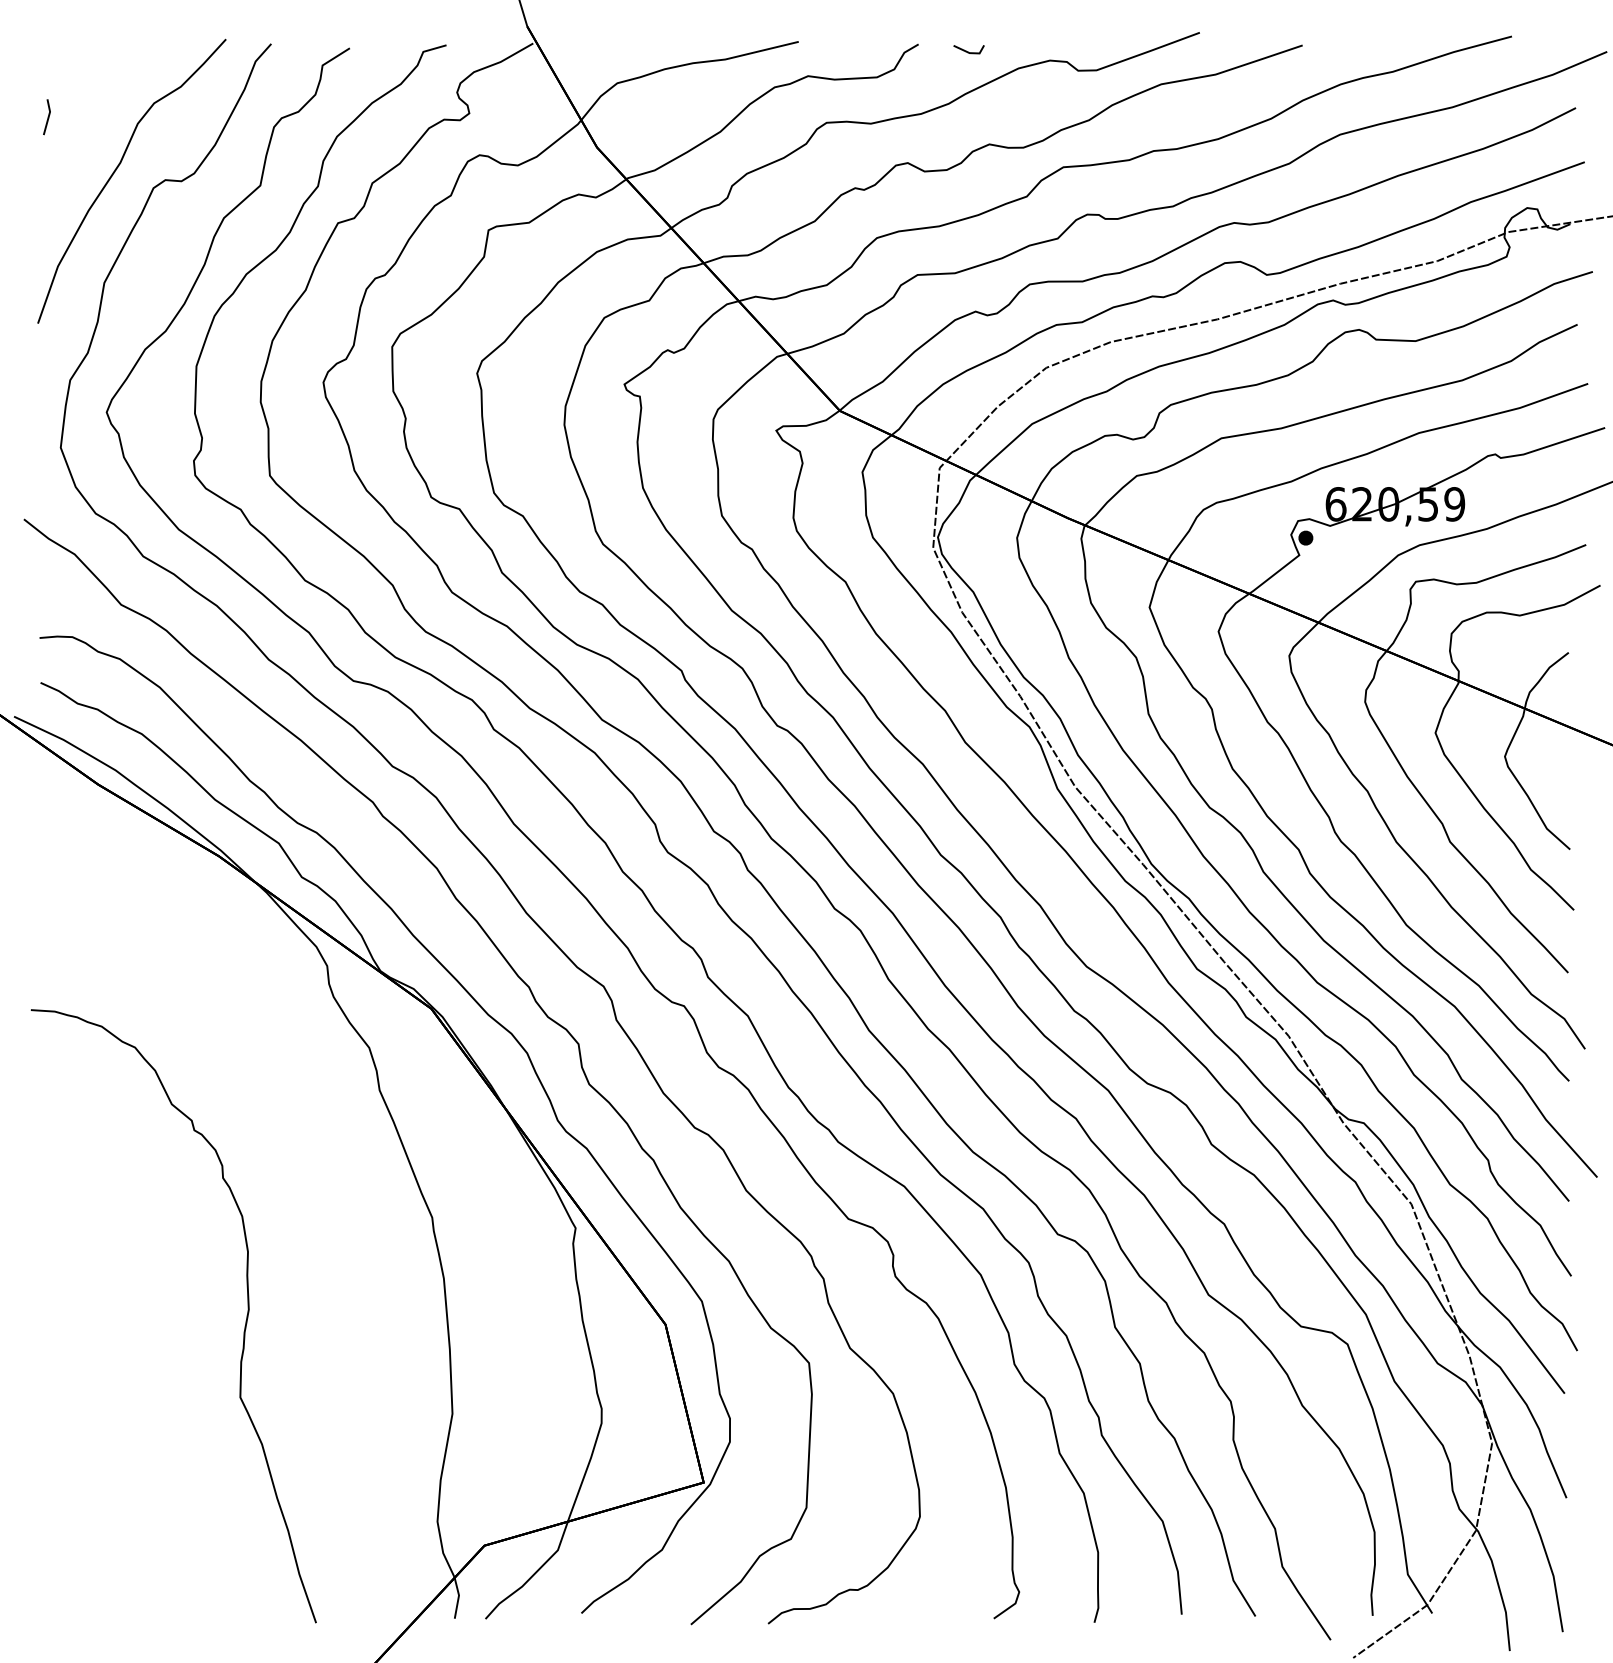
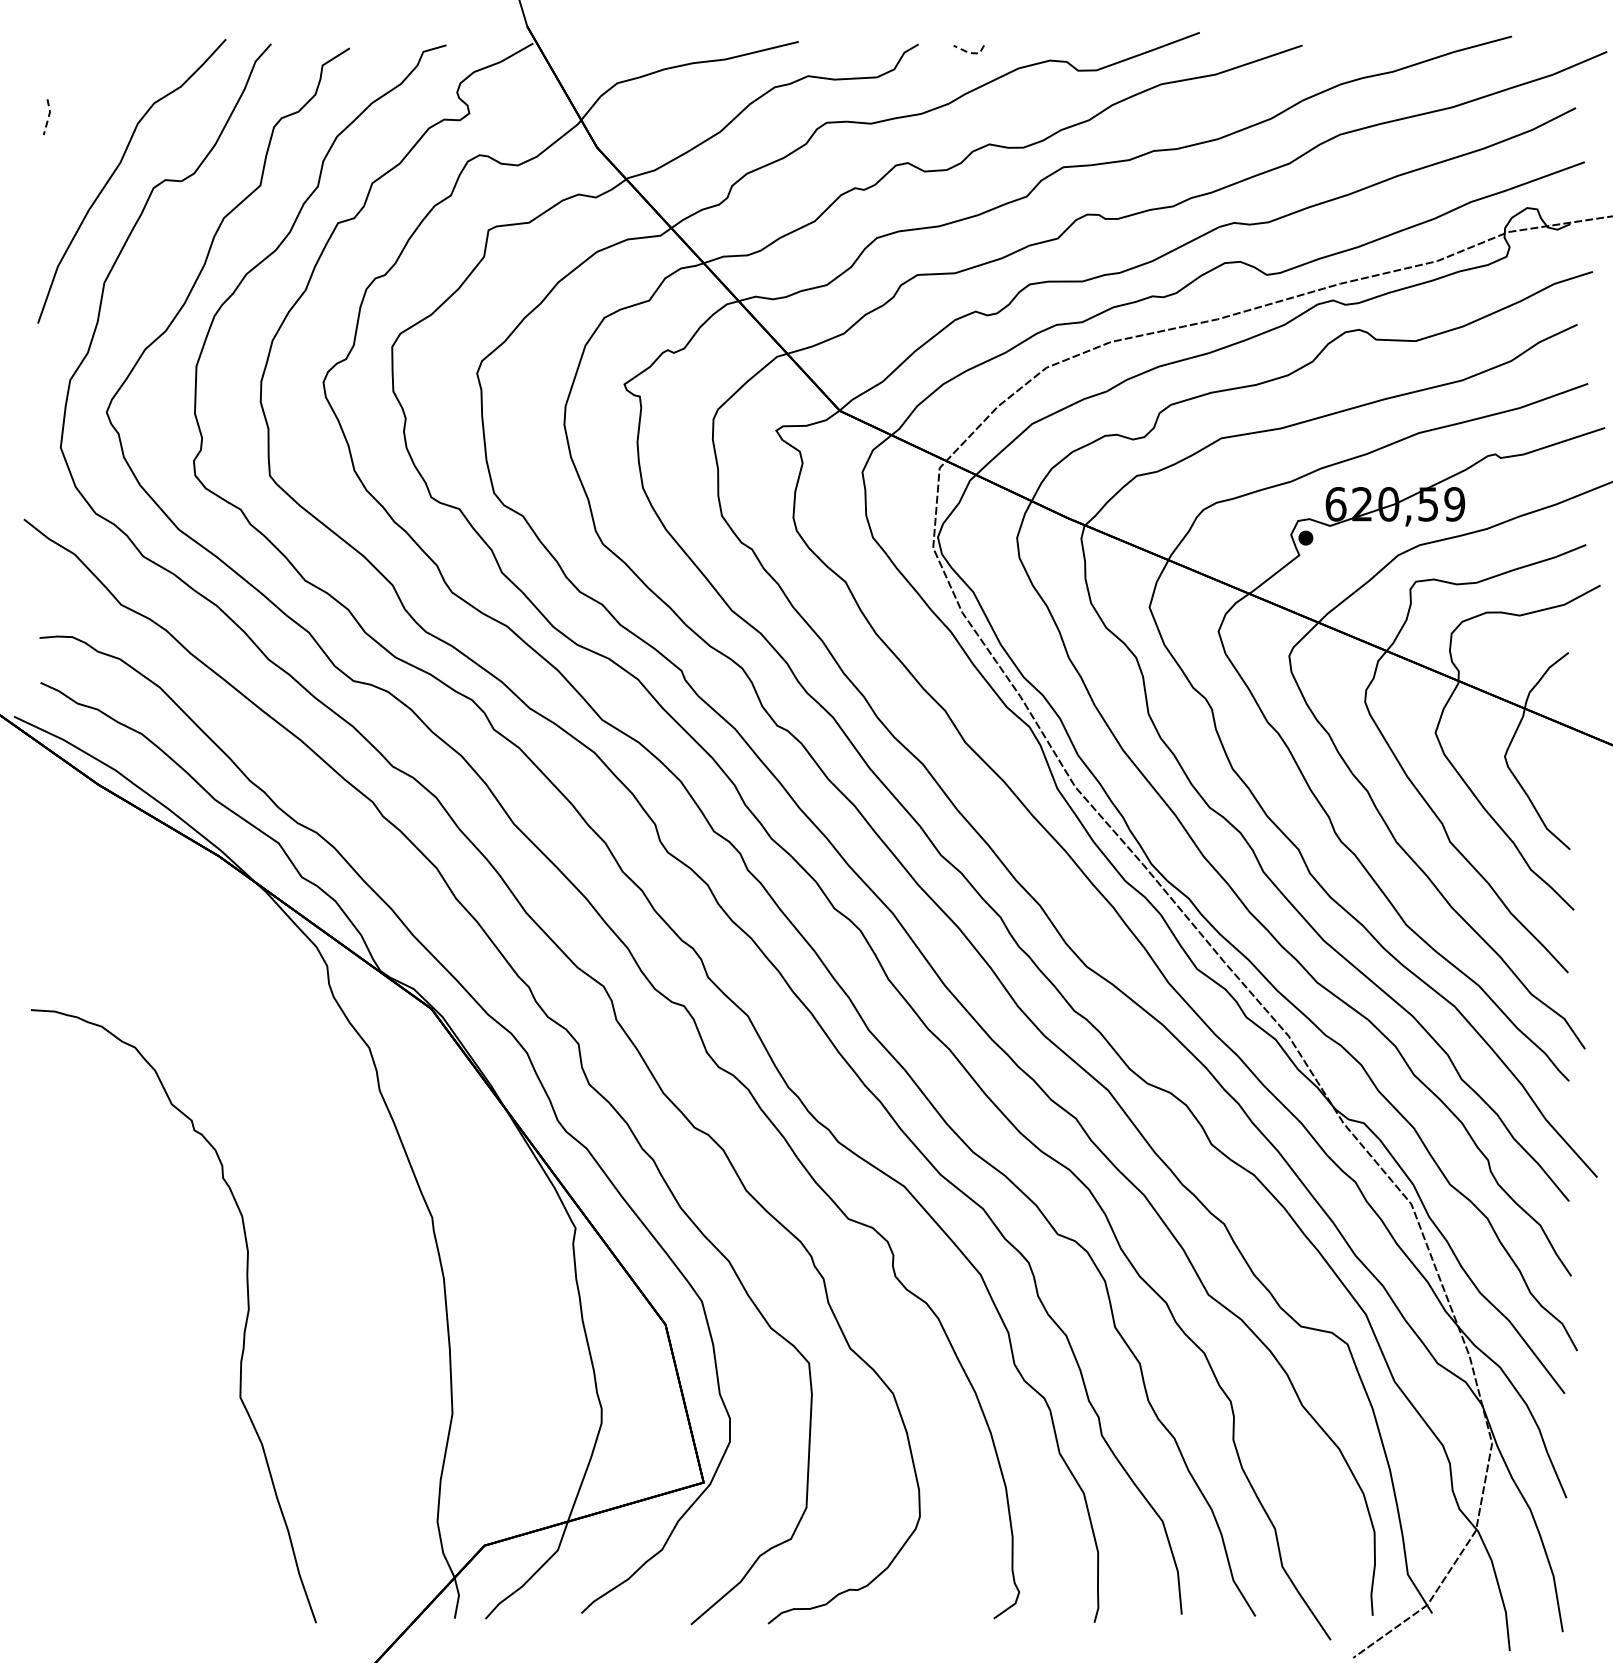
line at (970, 53): solid -> dashed
line at (48, 117): solid -> dashed
